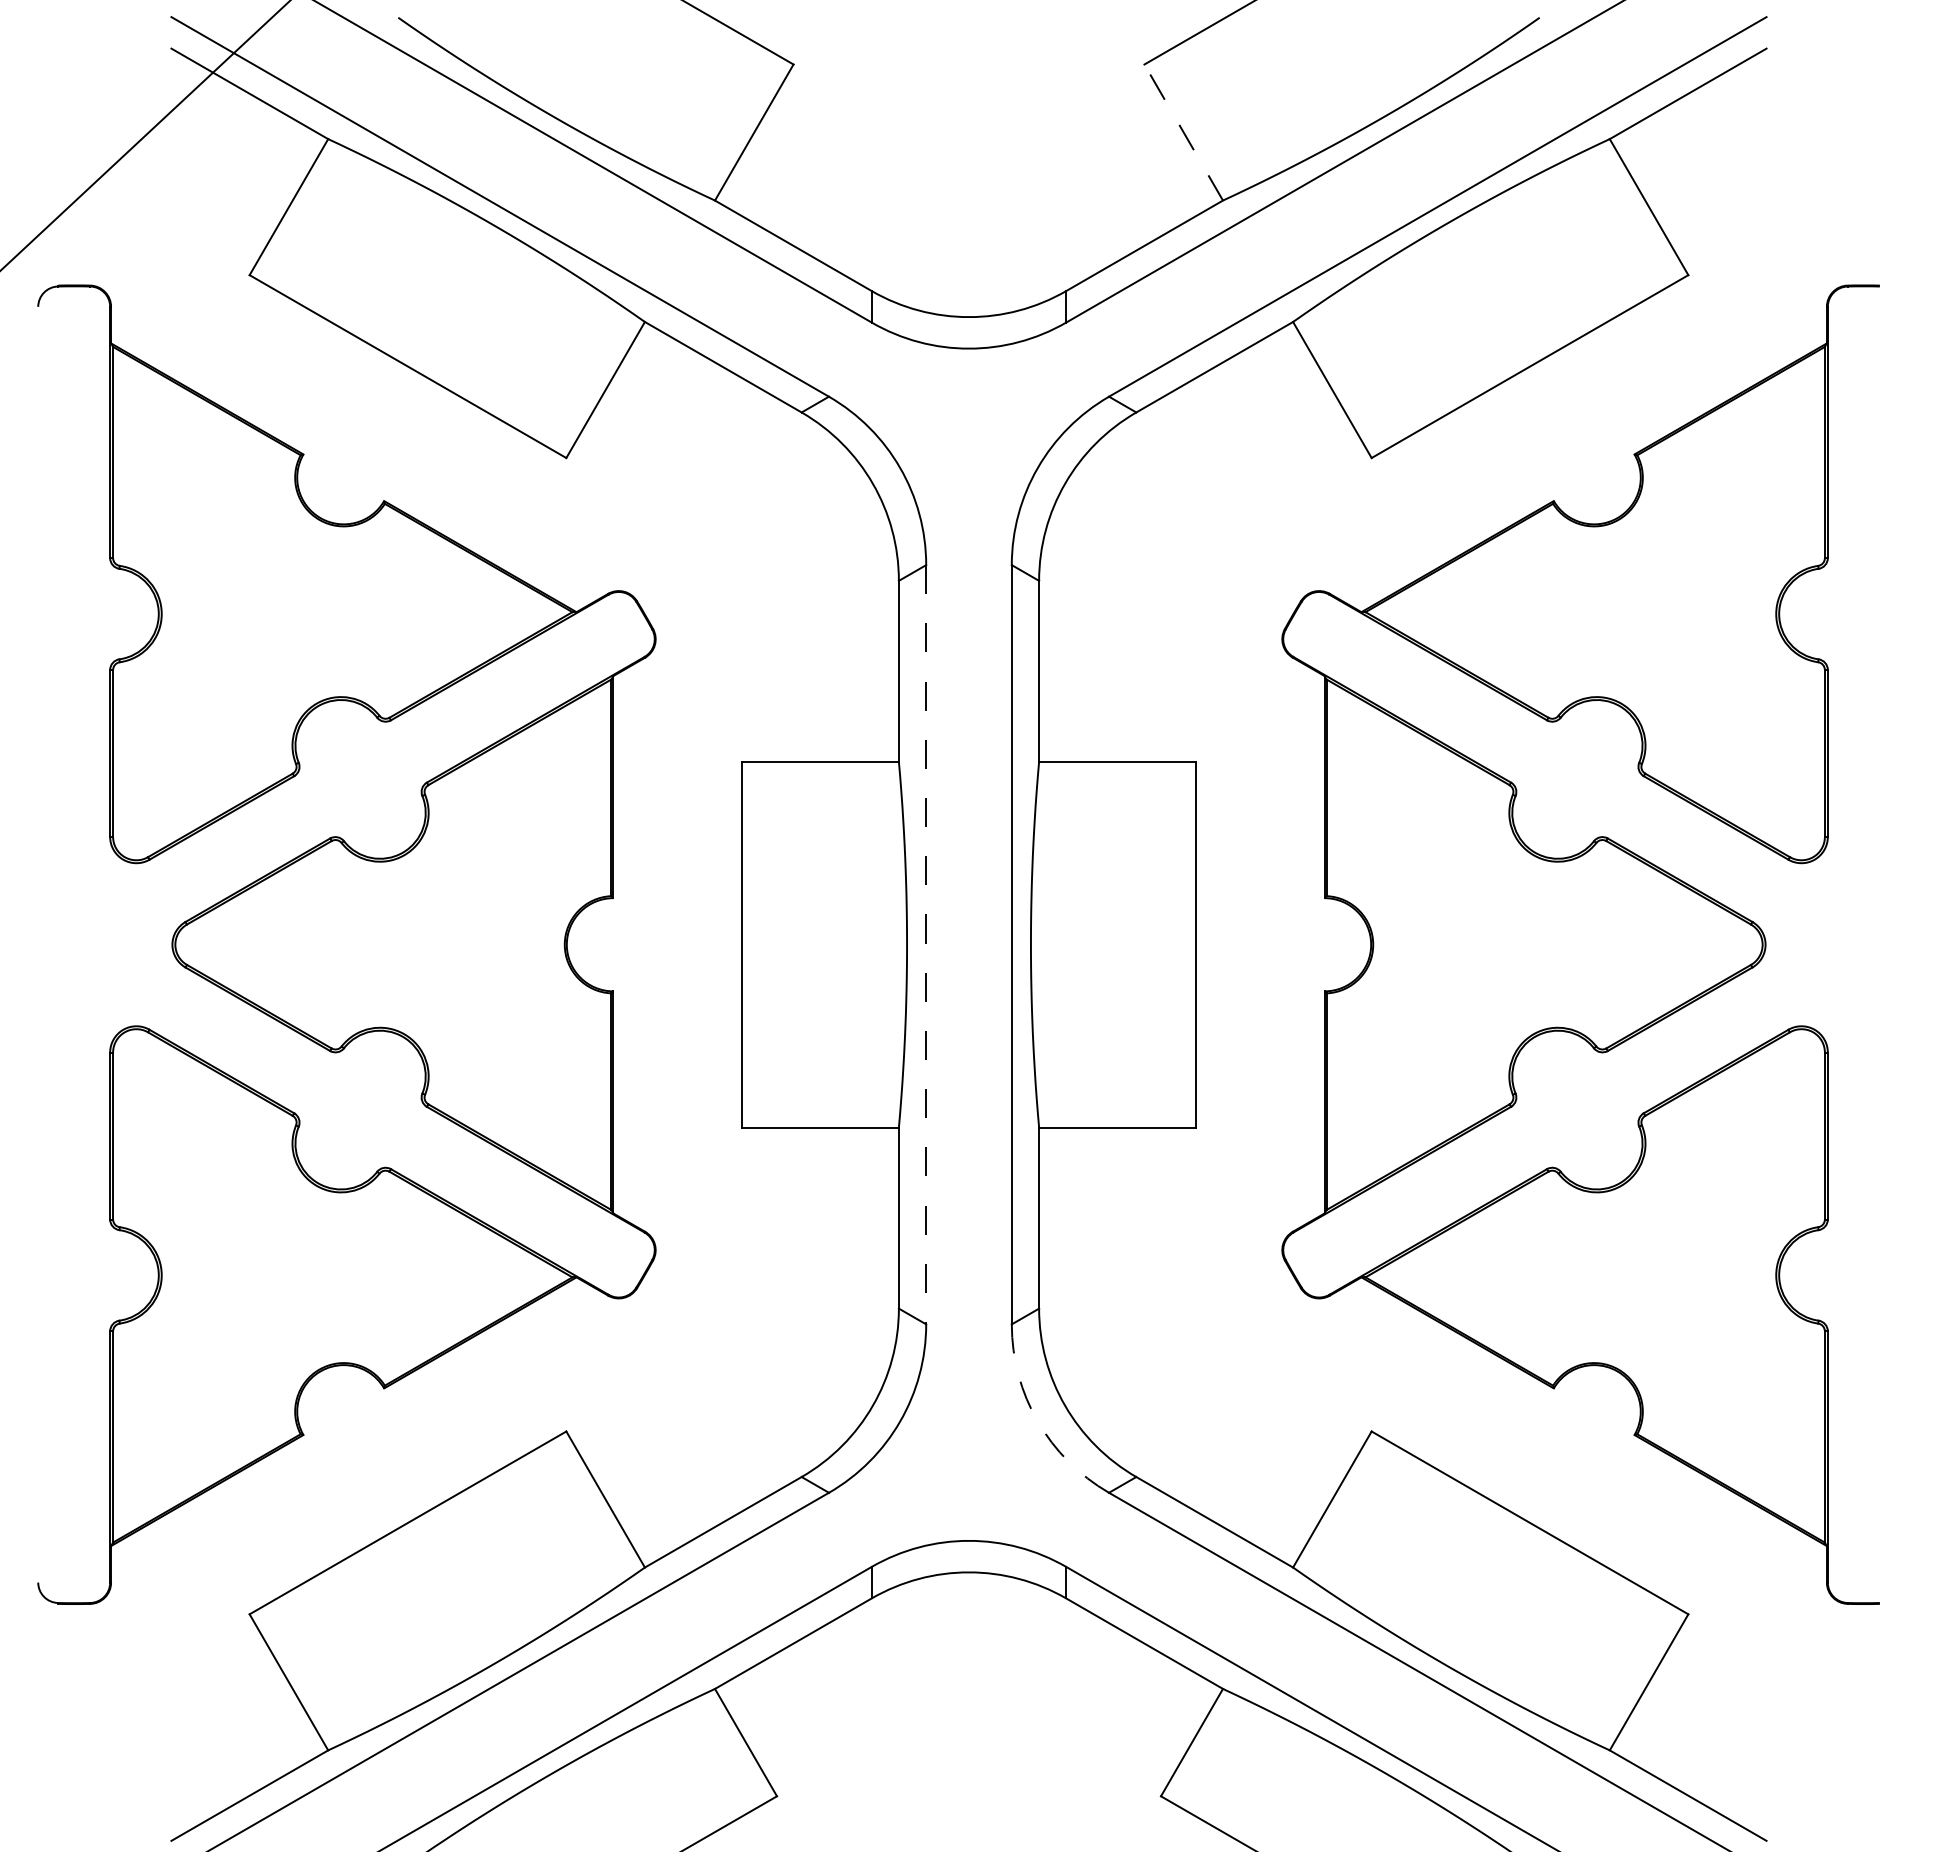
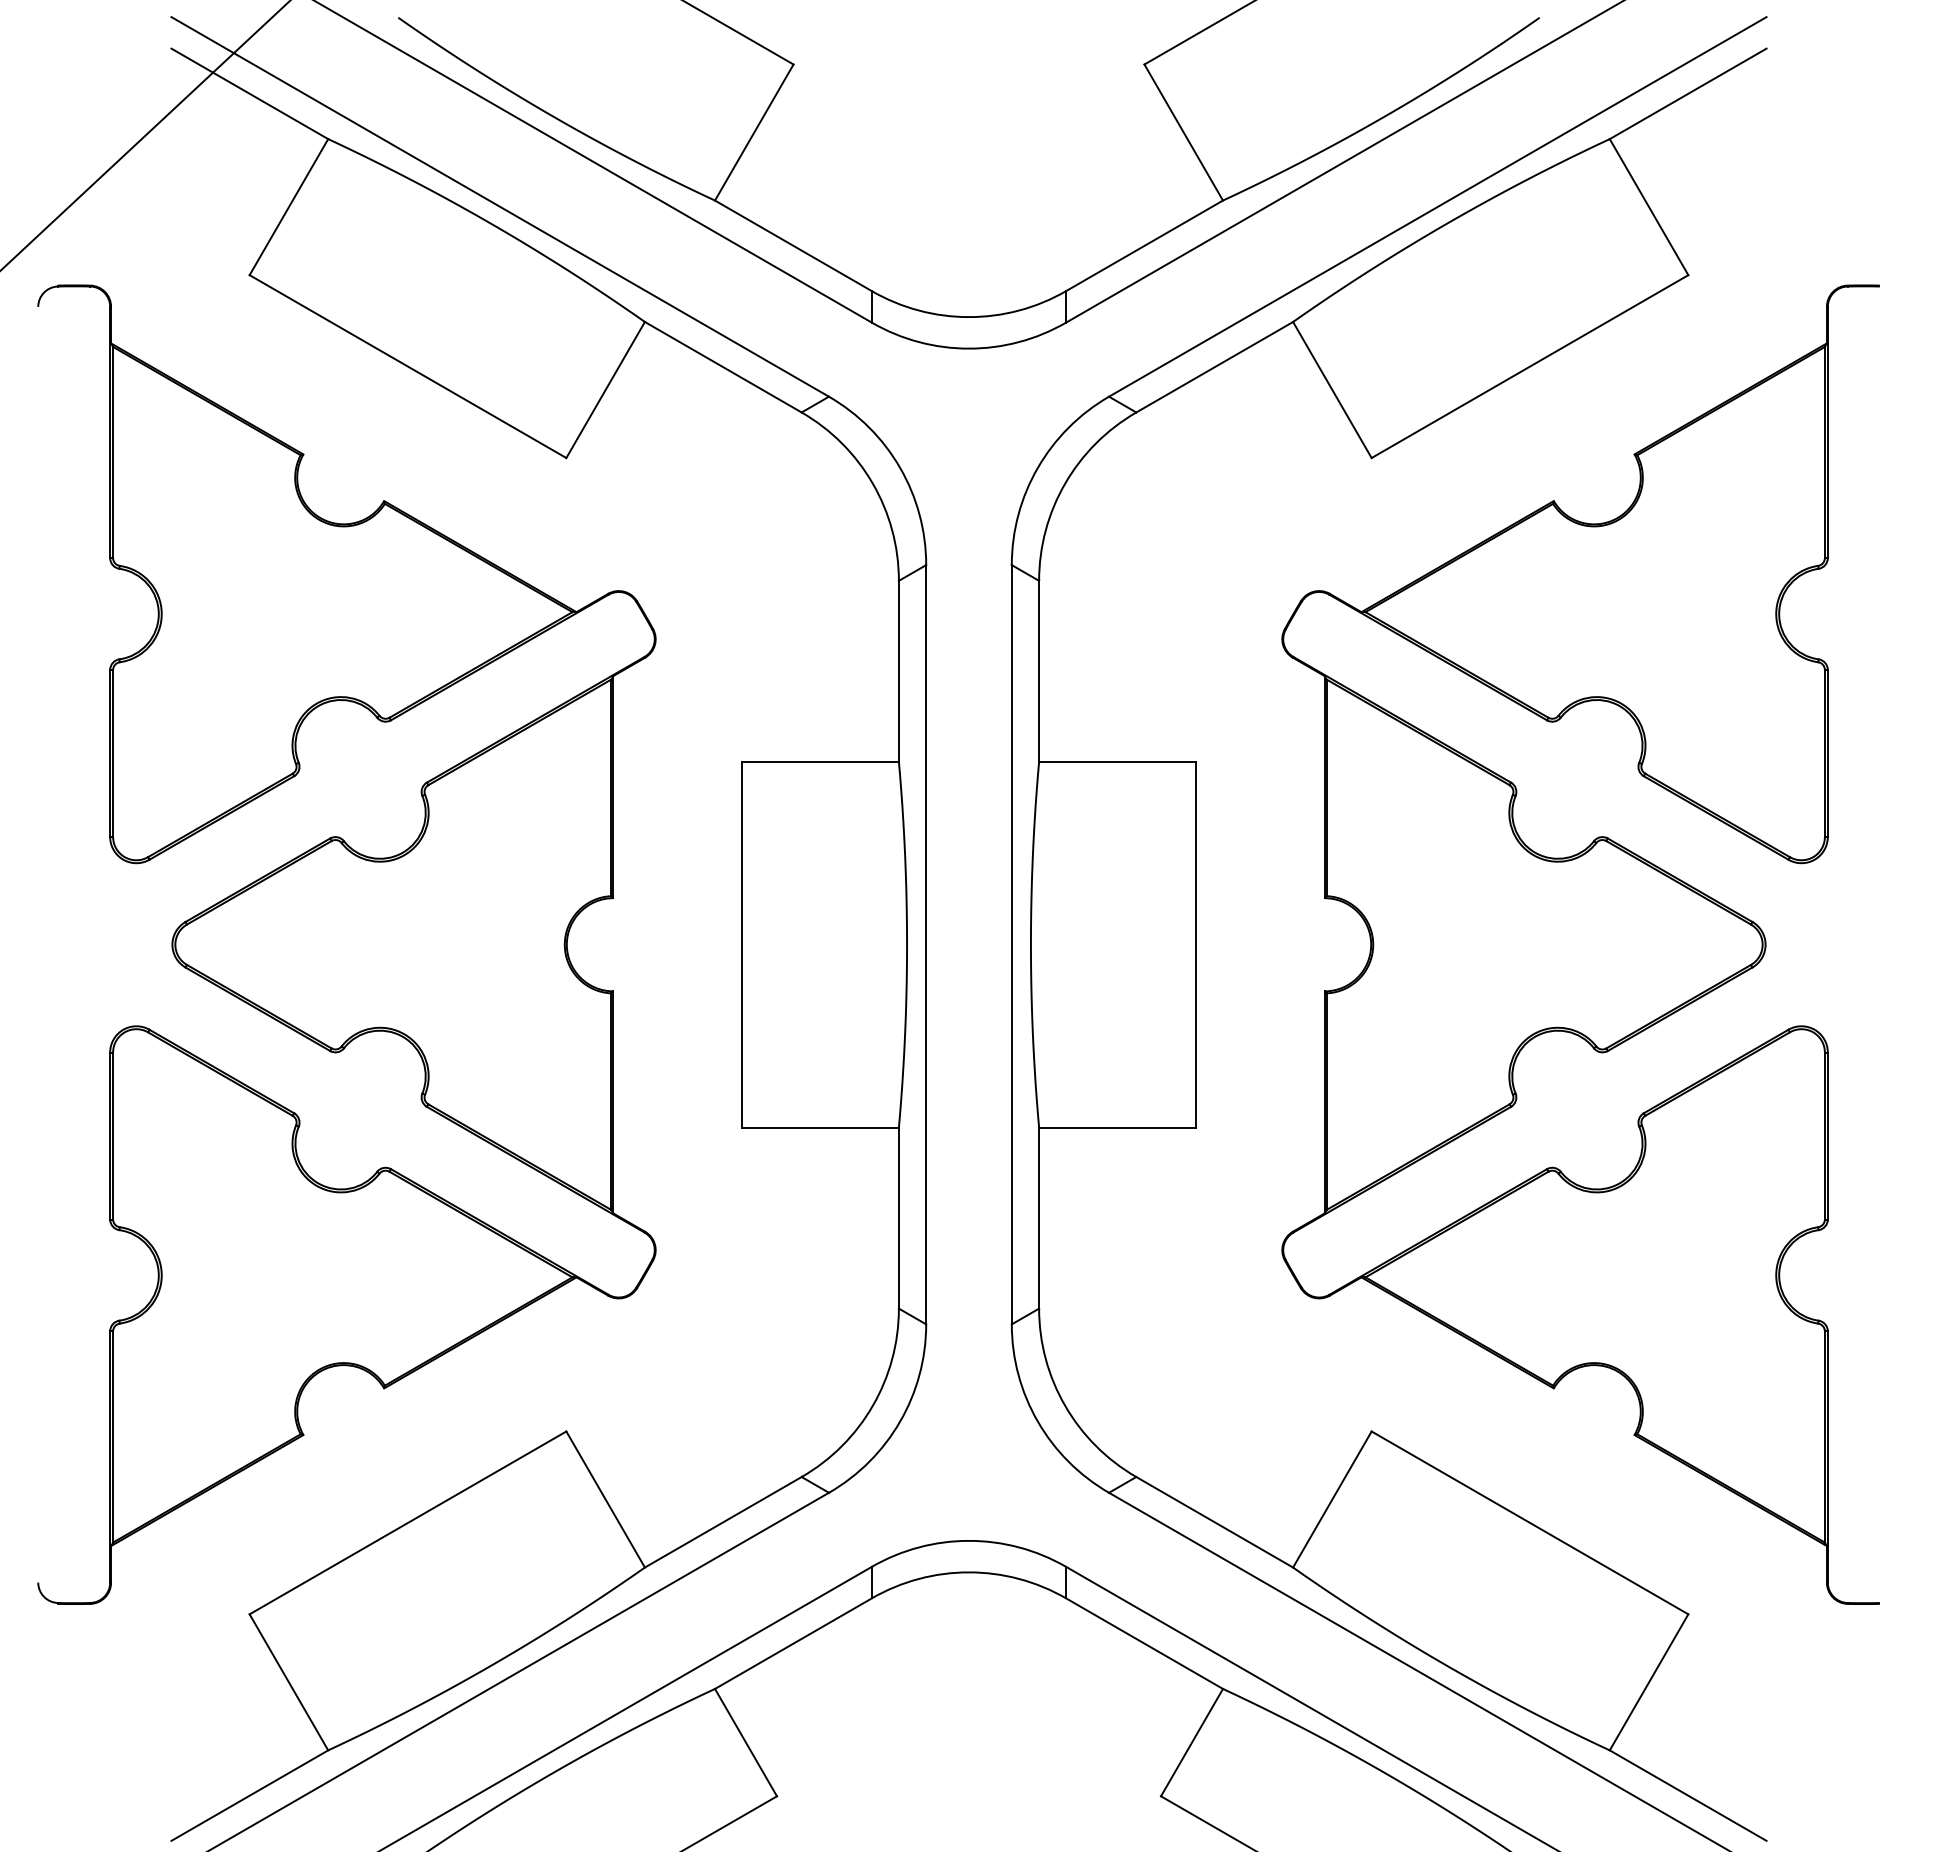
line at (1183, 132): dashed -> solid
line at (926, 944): dashed -> solid
arc at (1037, 1421): dashed -> solid
